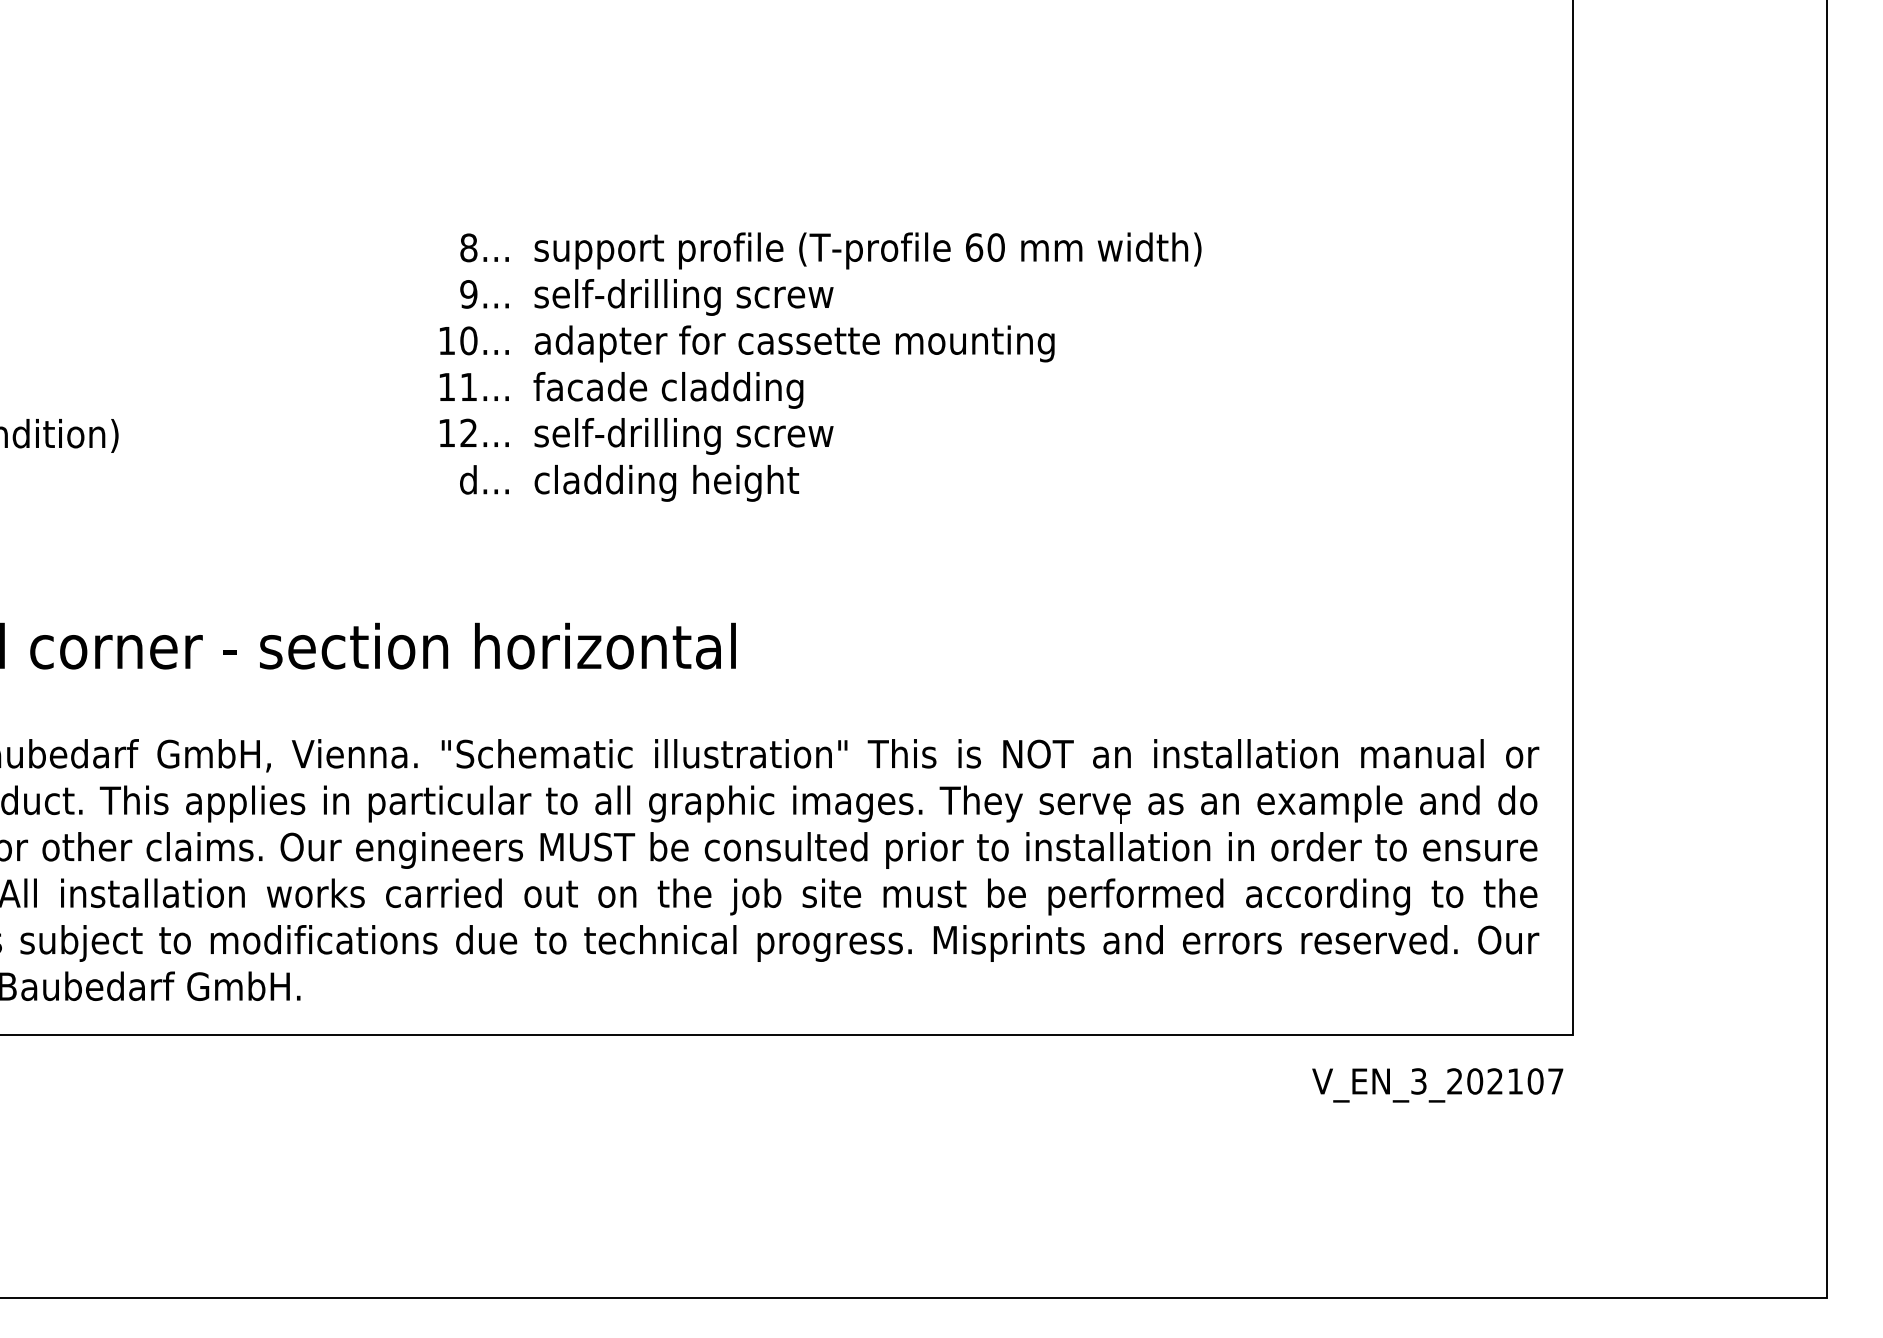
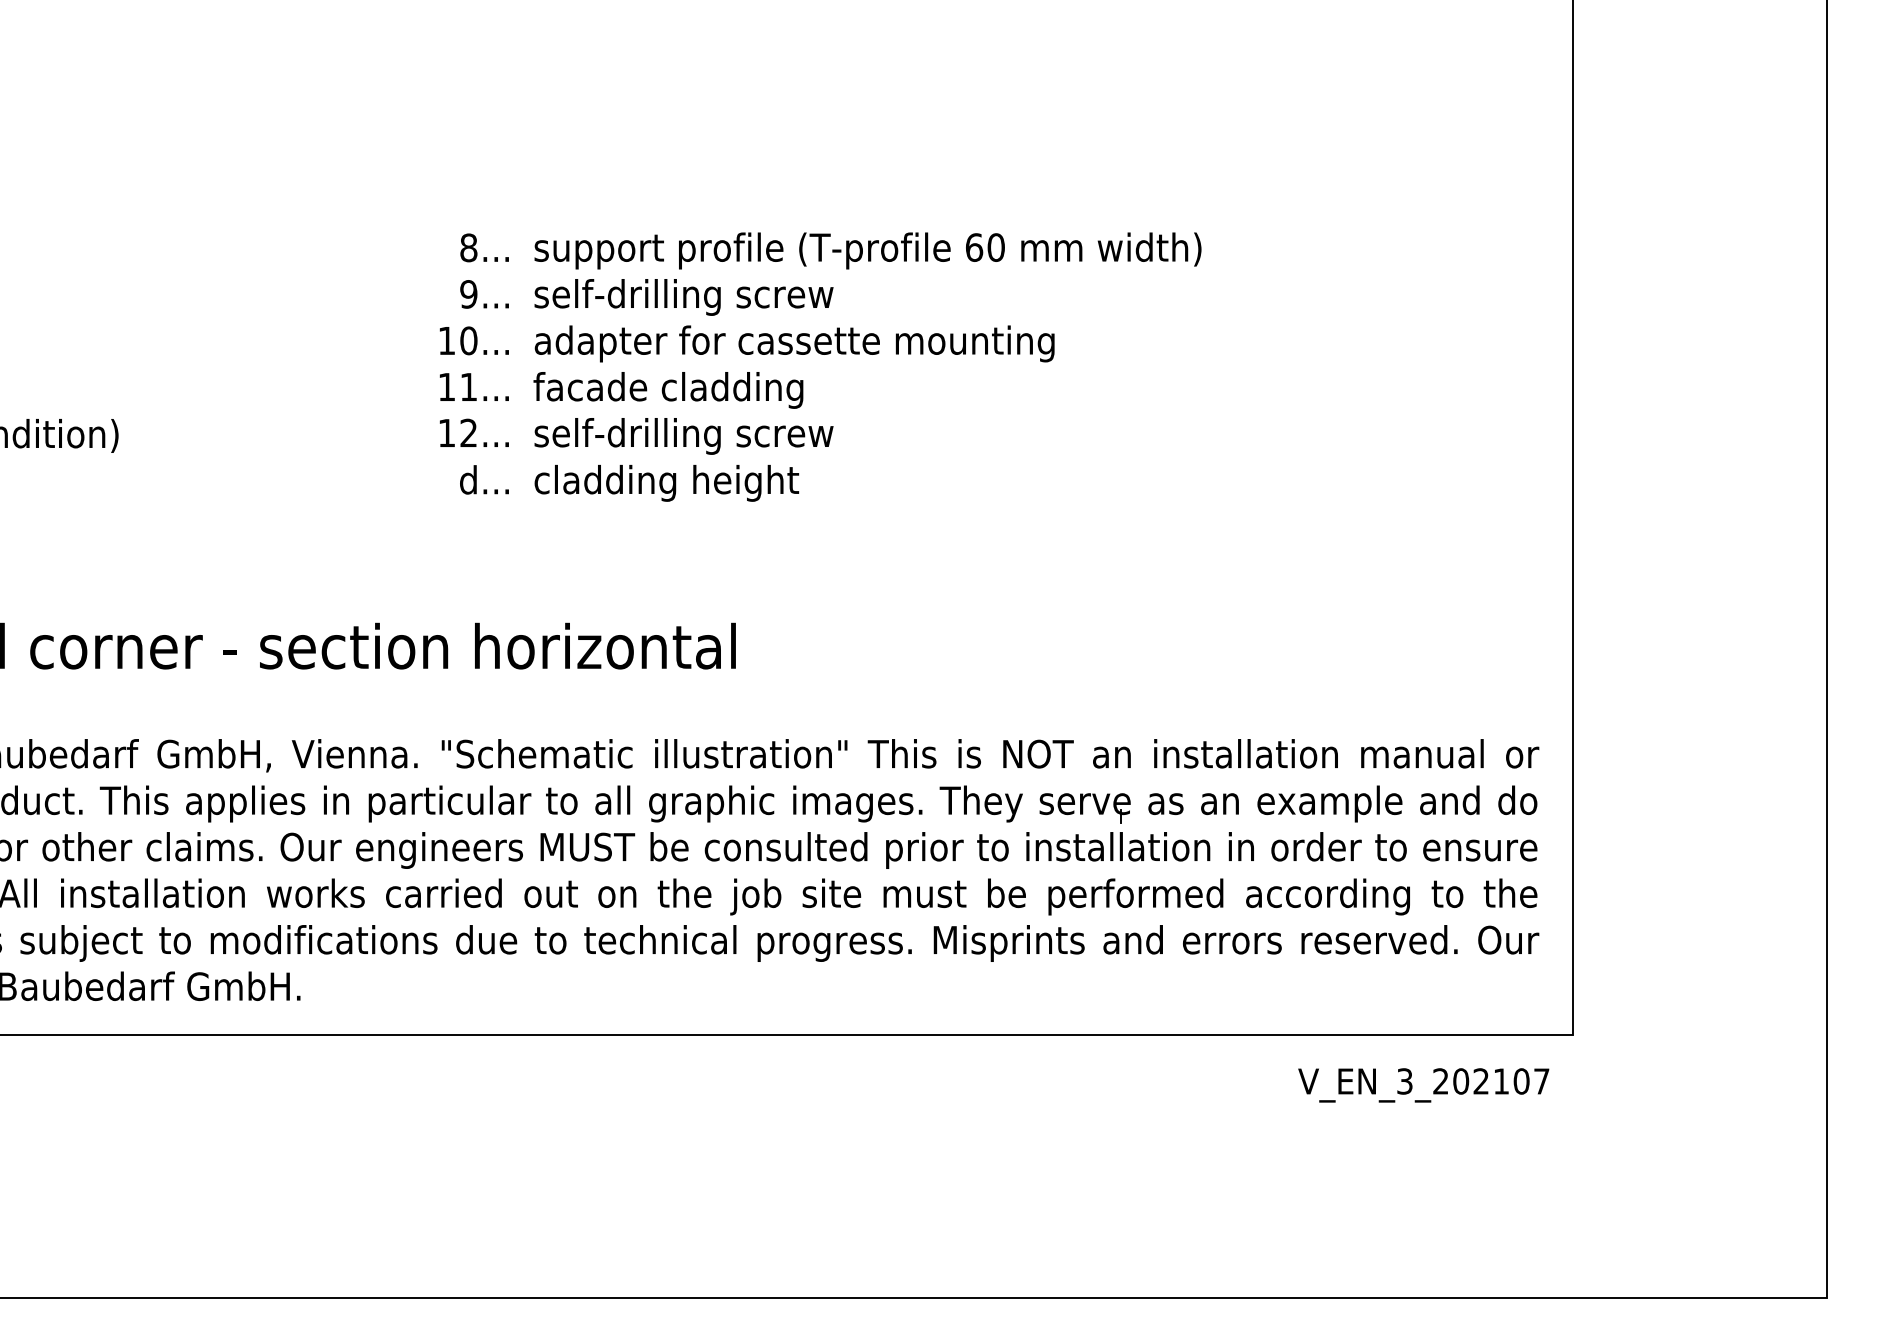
text at (1437, 1085) position: (1437, 1085) -> (1423, 1085)
